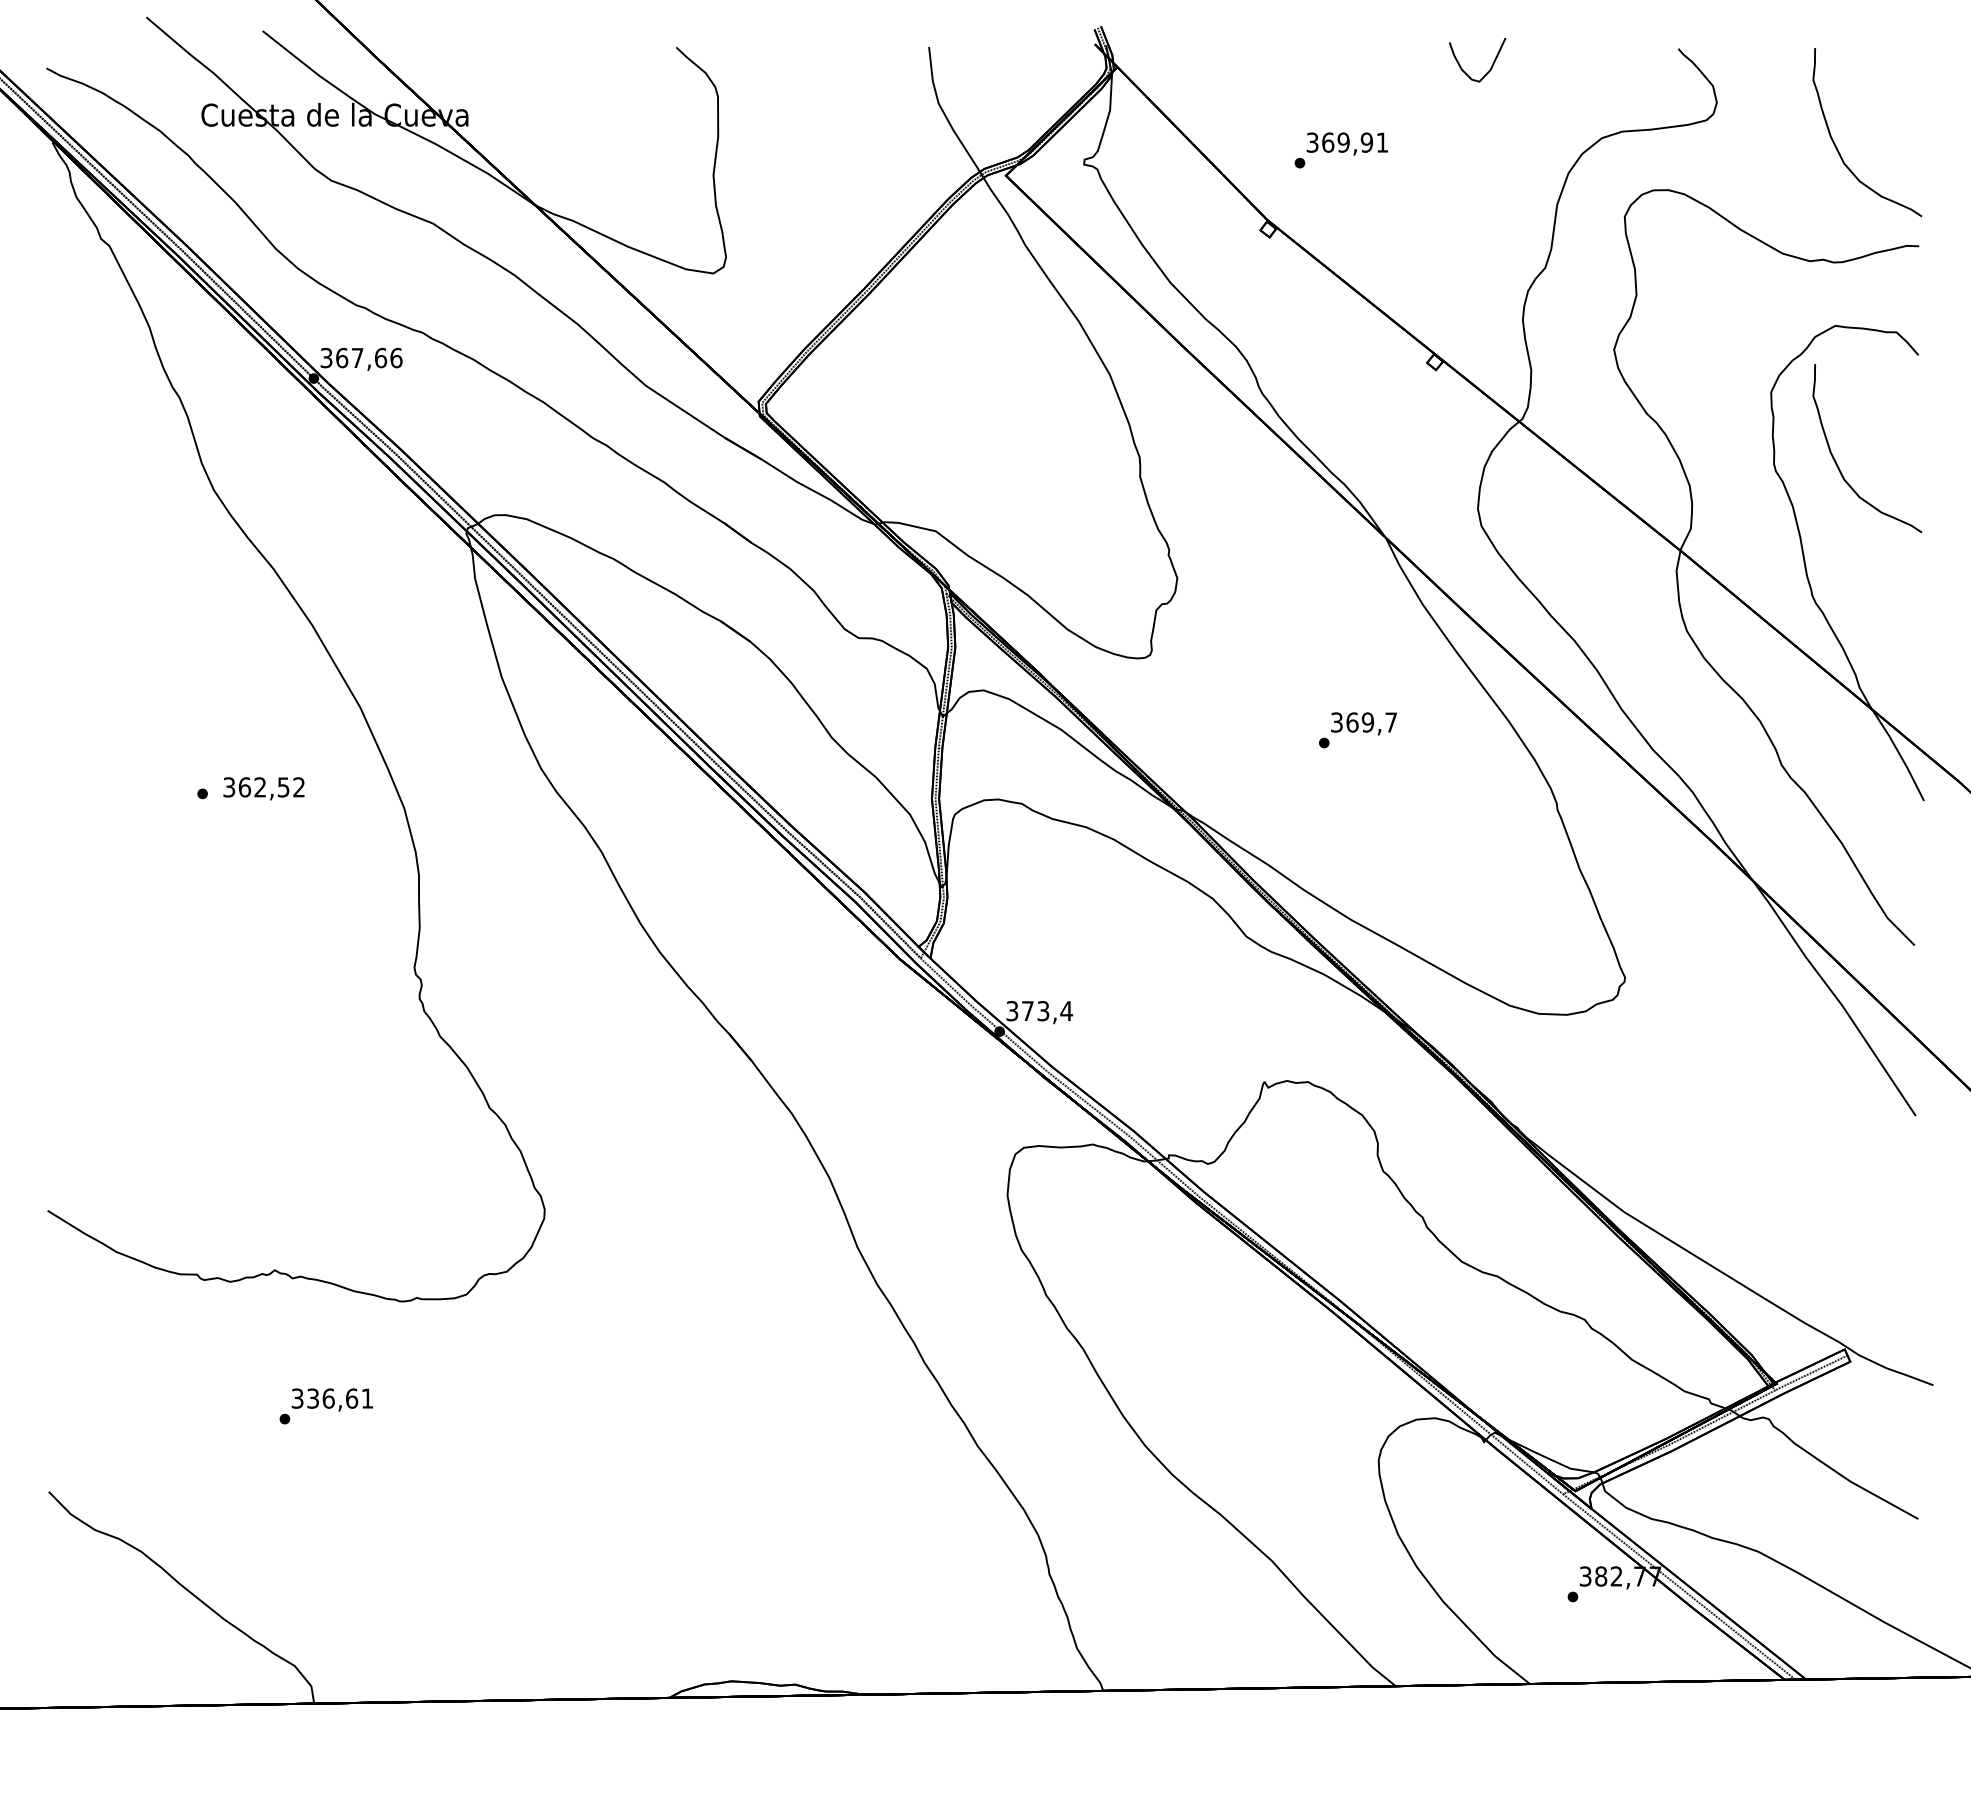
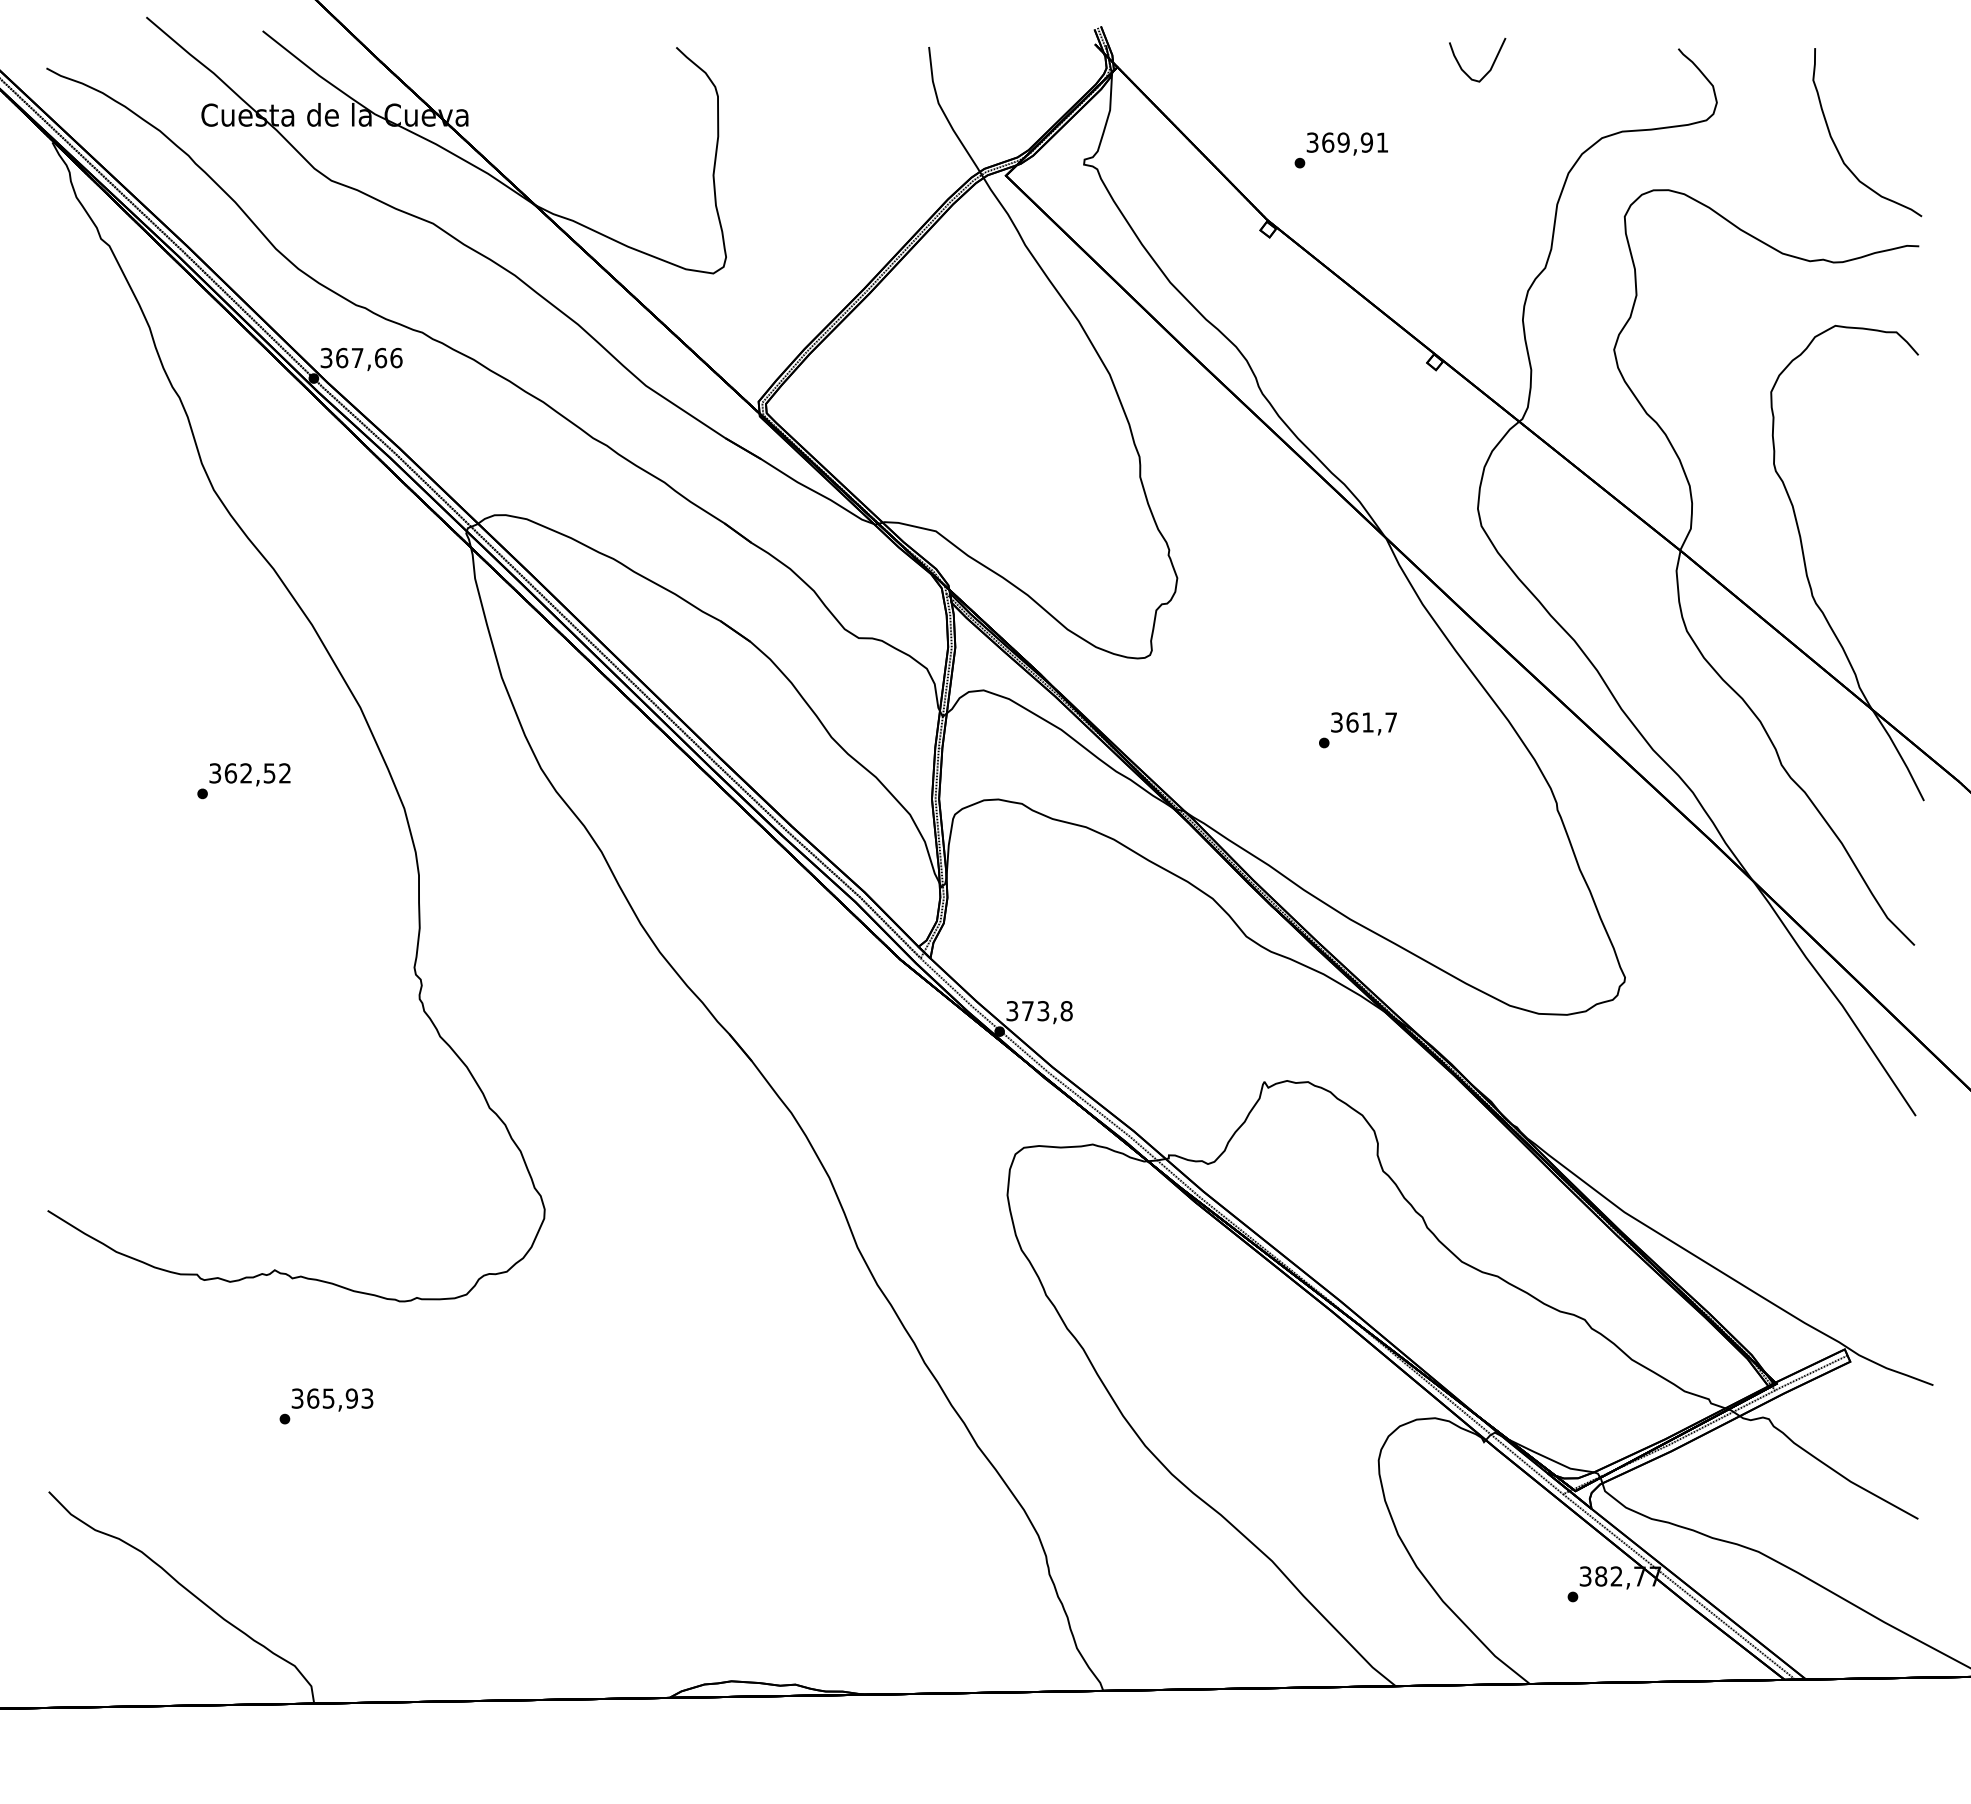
curve at (1837, 463): present -> none
text at (1367, 722): 369,7 -> 361,7
text at (263, 788) position: (263, 788) -> (249, 774)
text at (1066, 1011): 373,4 -> 373,8
text at (340, 1398): 336,61 -> 365,93
